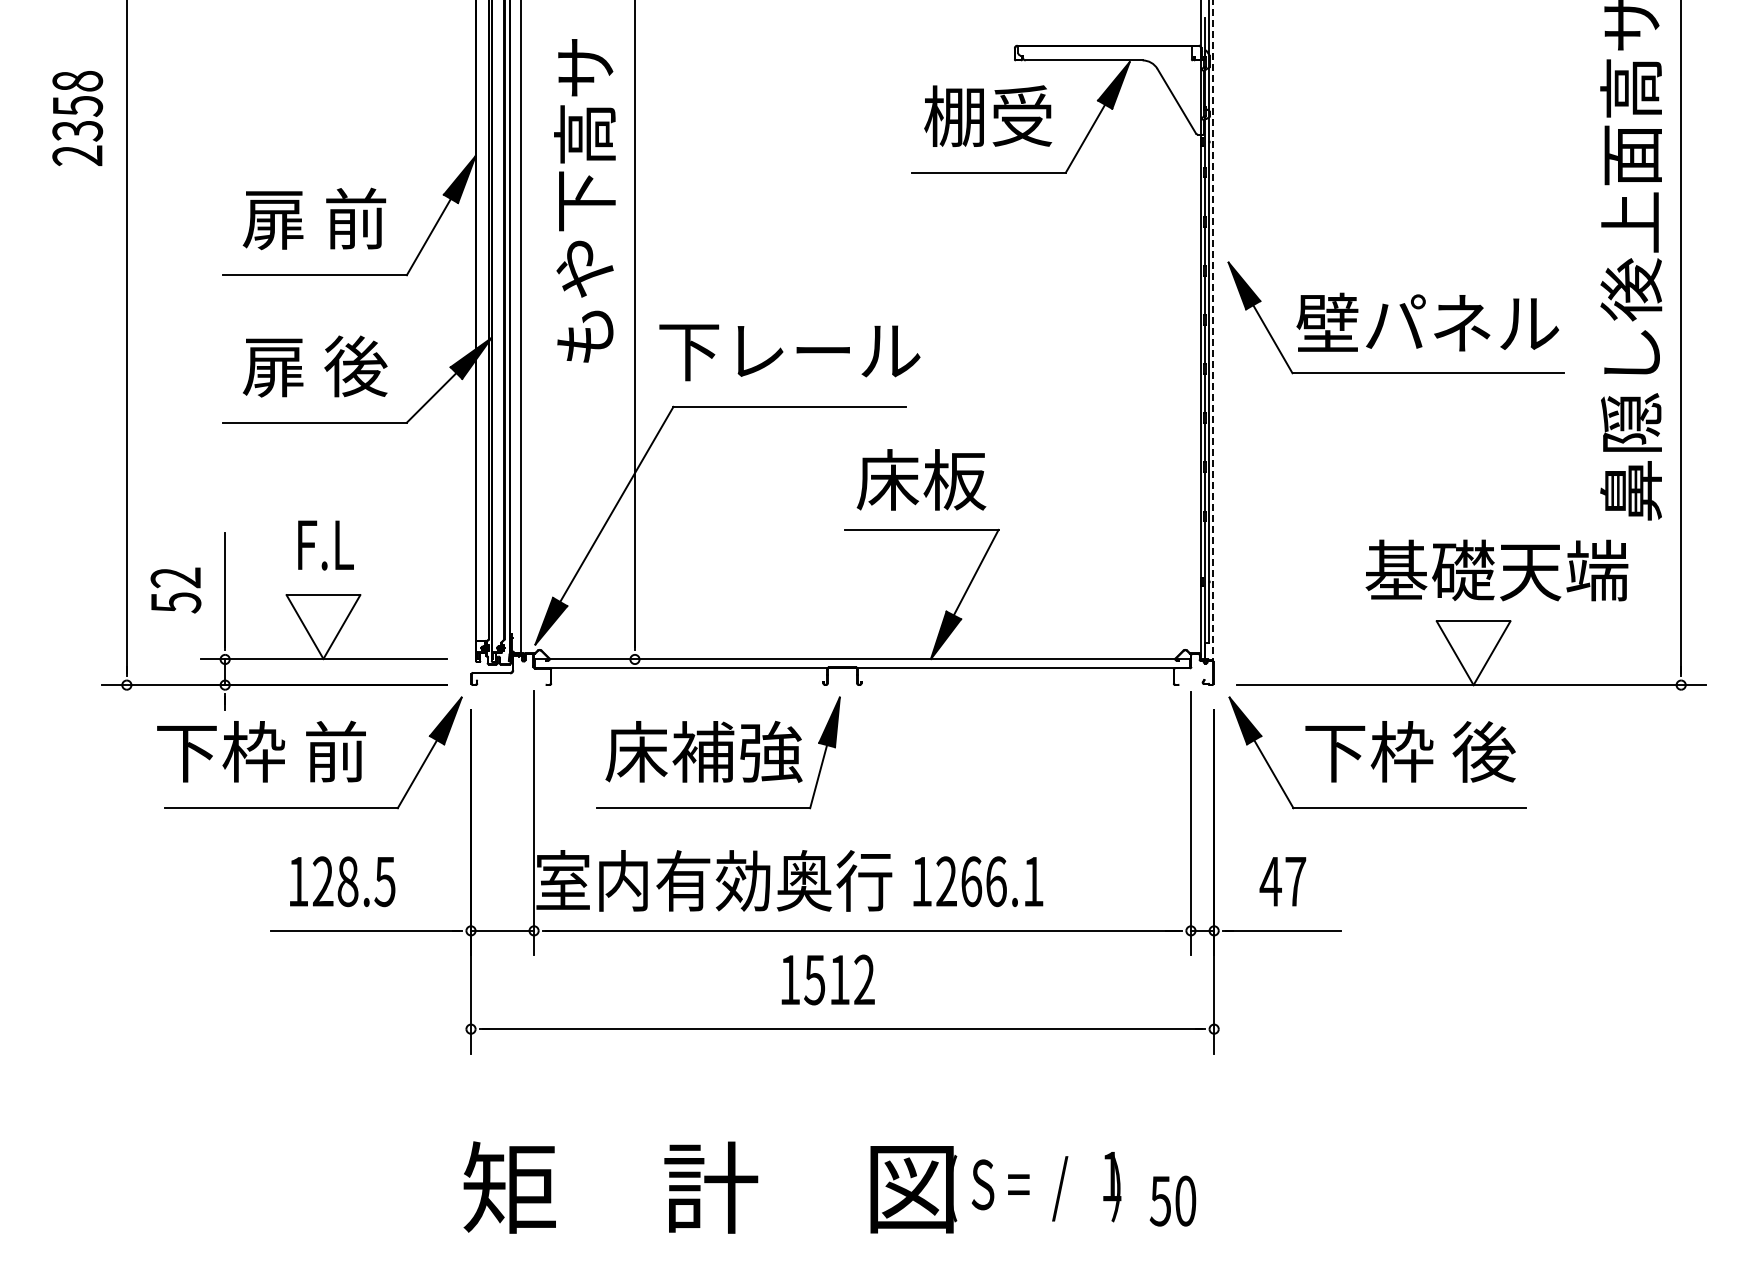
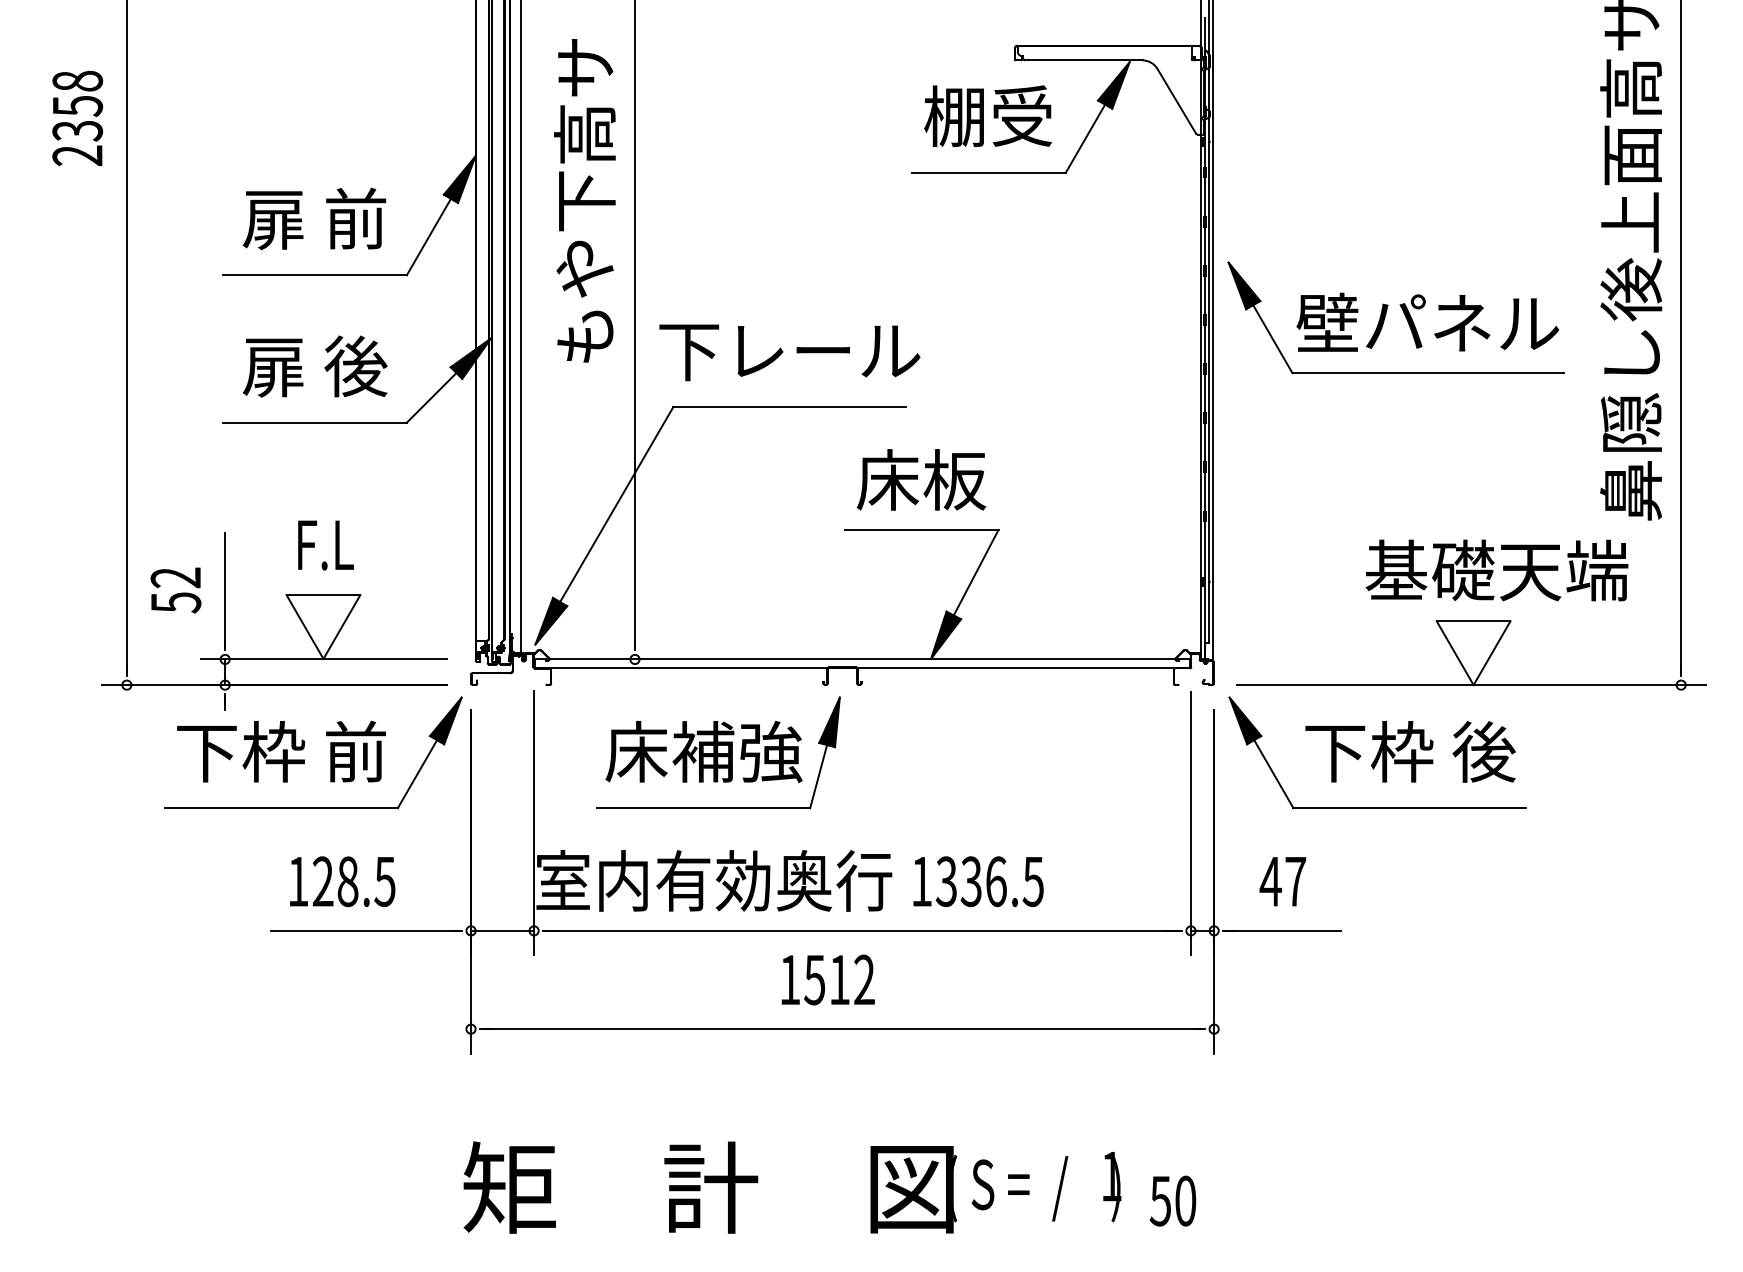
line at (1213, 330): dashed -> solid
text at (261, 751) position: (261, 751) -> (281, 751)
text at (989, 881): 1266.1 -> 1336.5
